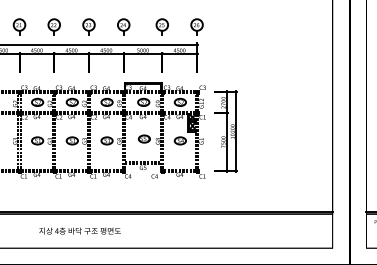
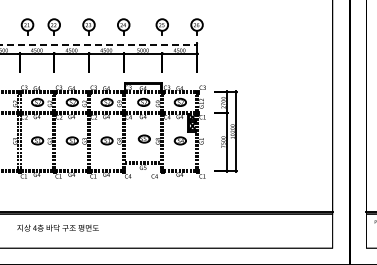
part at (19, 26) position: (19, 26) -> (27, 26)
line at (99, 44): solid -> dashed
text at (79, 230) position: (79, 230) -> (57, 227)
